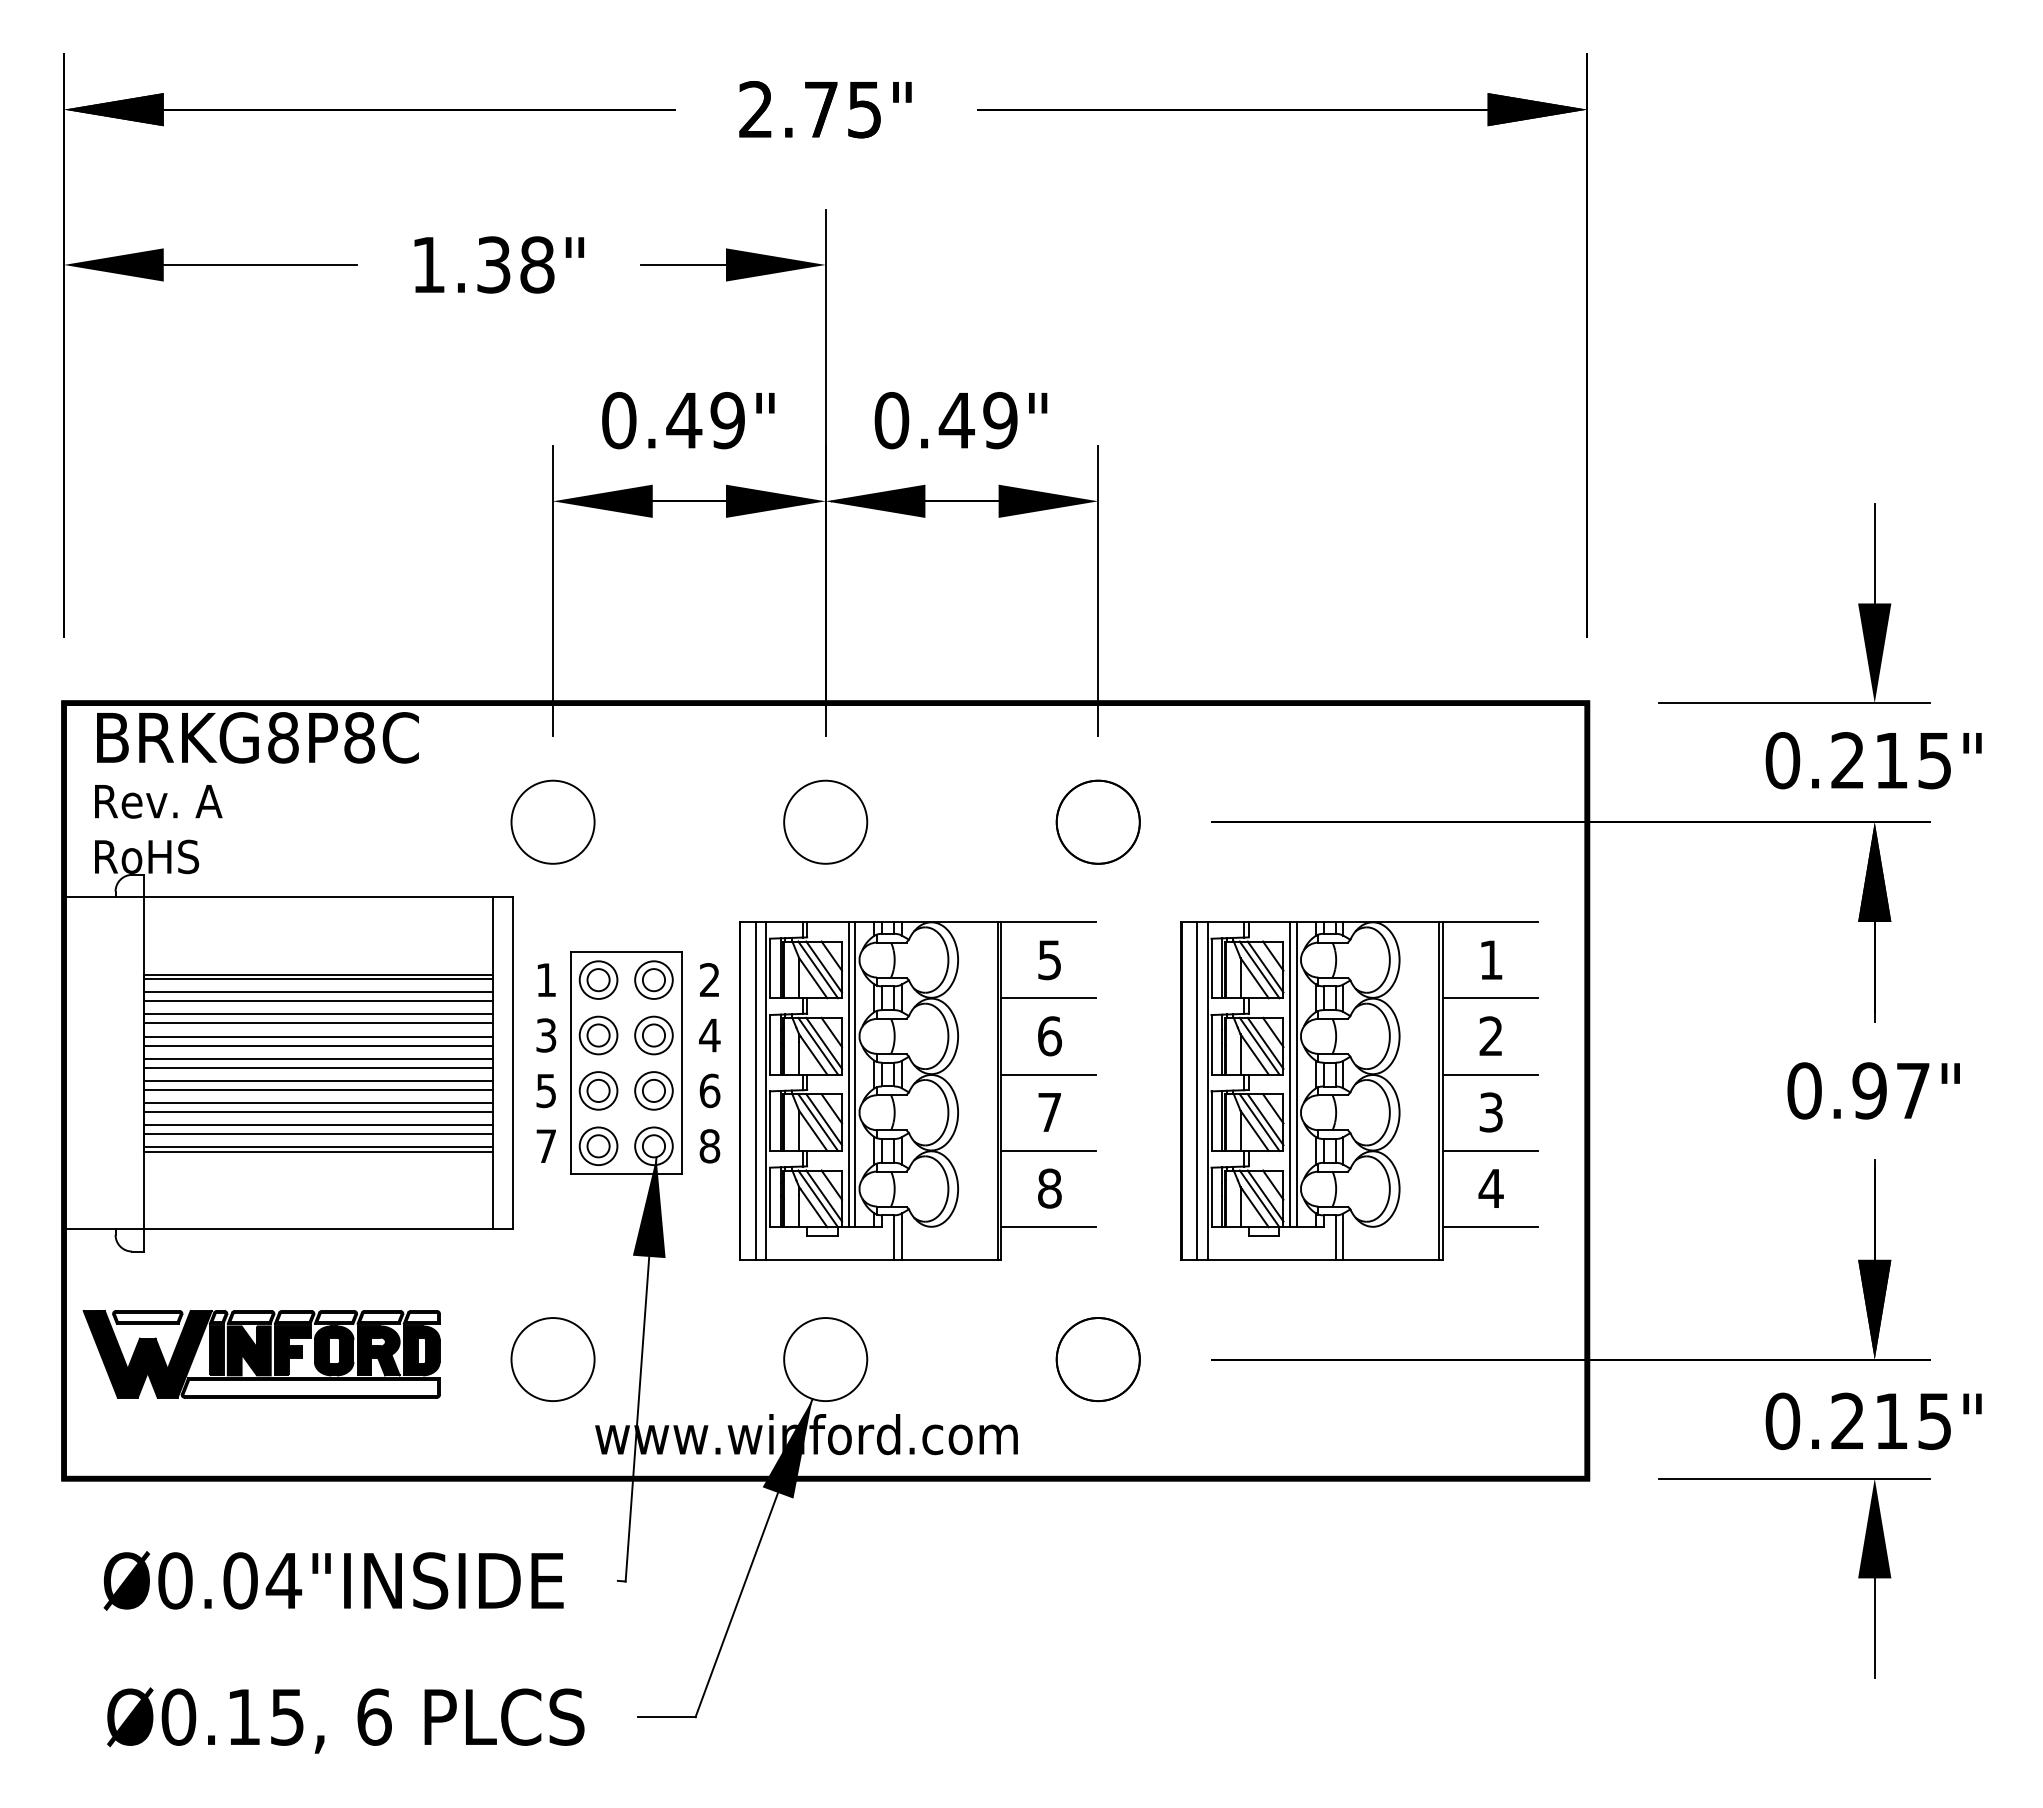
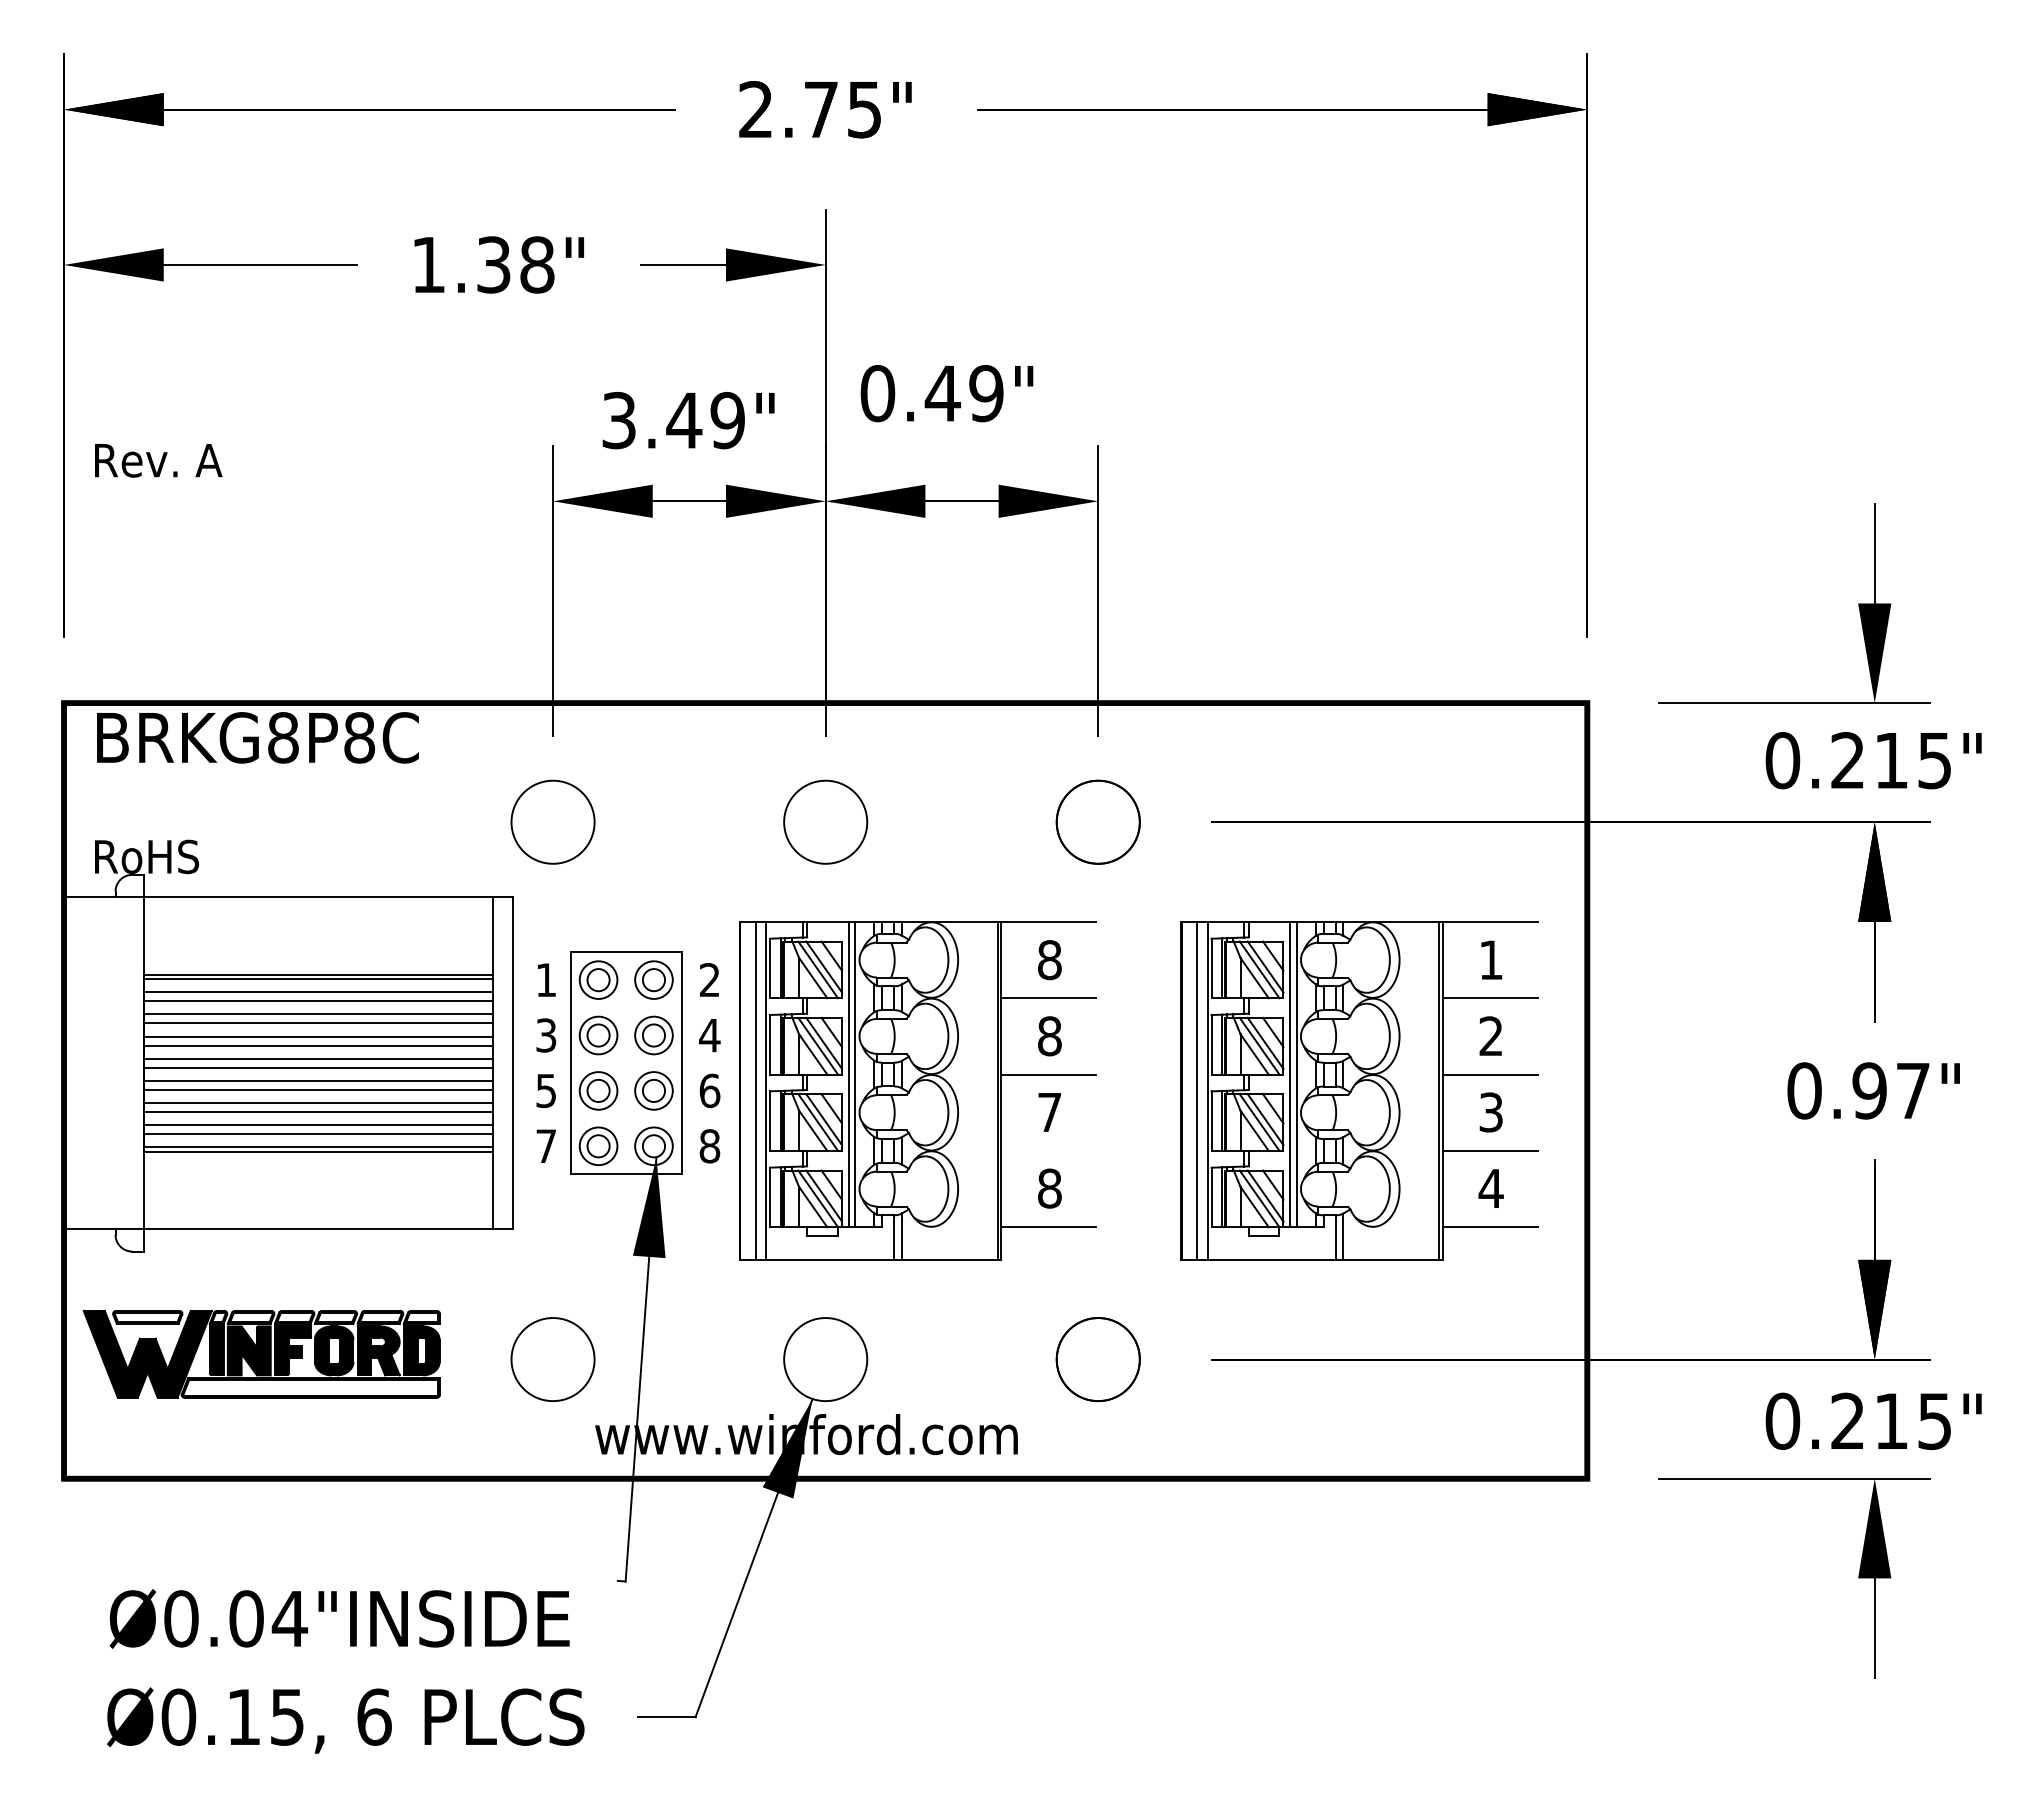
text at (619, 420): 0.49" -> 3.49"
text at (960, 420) position: (960, 420) -> (946, 393)
text at (158, 801) position: (158, 801) -> (158, 460)
text at (1049, 960): 5 -> 8
text at (1050, 1036): 6 -> 8
line at (1048, 1150): present -> none
text at (333, 1580) position: (333, 1580) -> (339, 1618)
